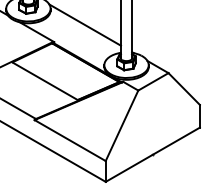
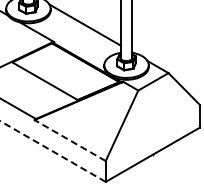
line at (70, 140): solid -> dashed
line at (52, 151): solid -> dashed
